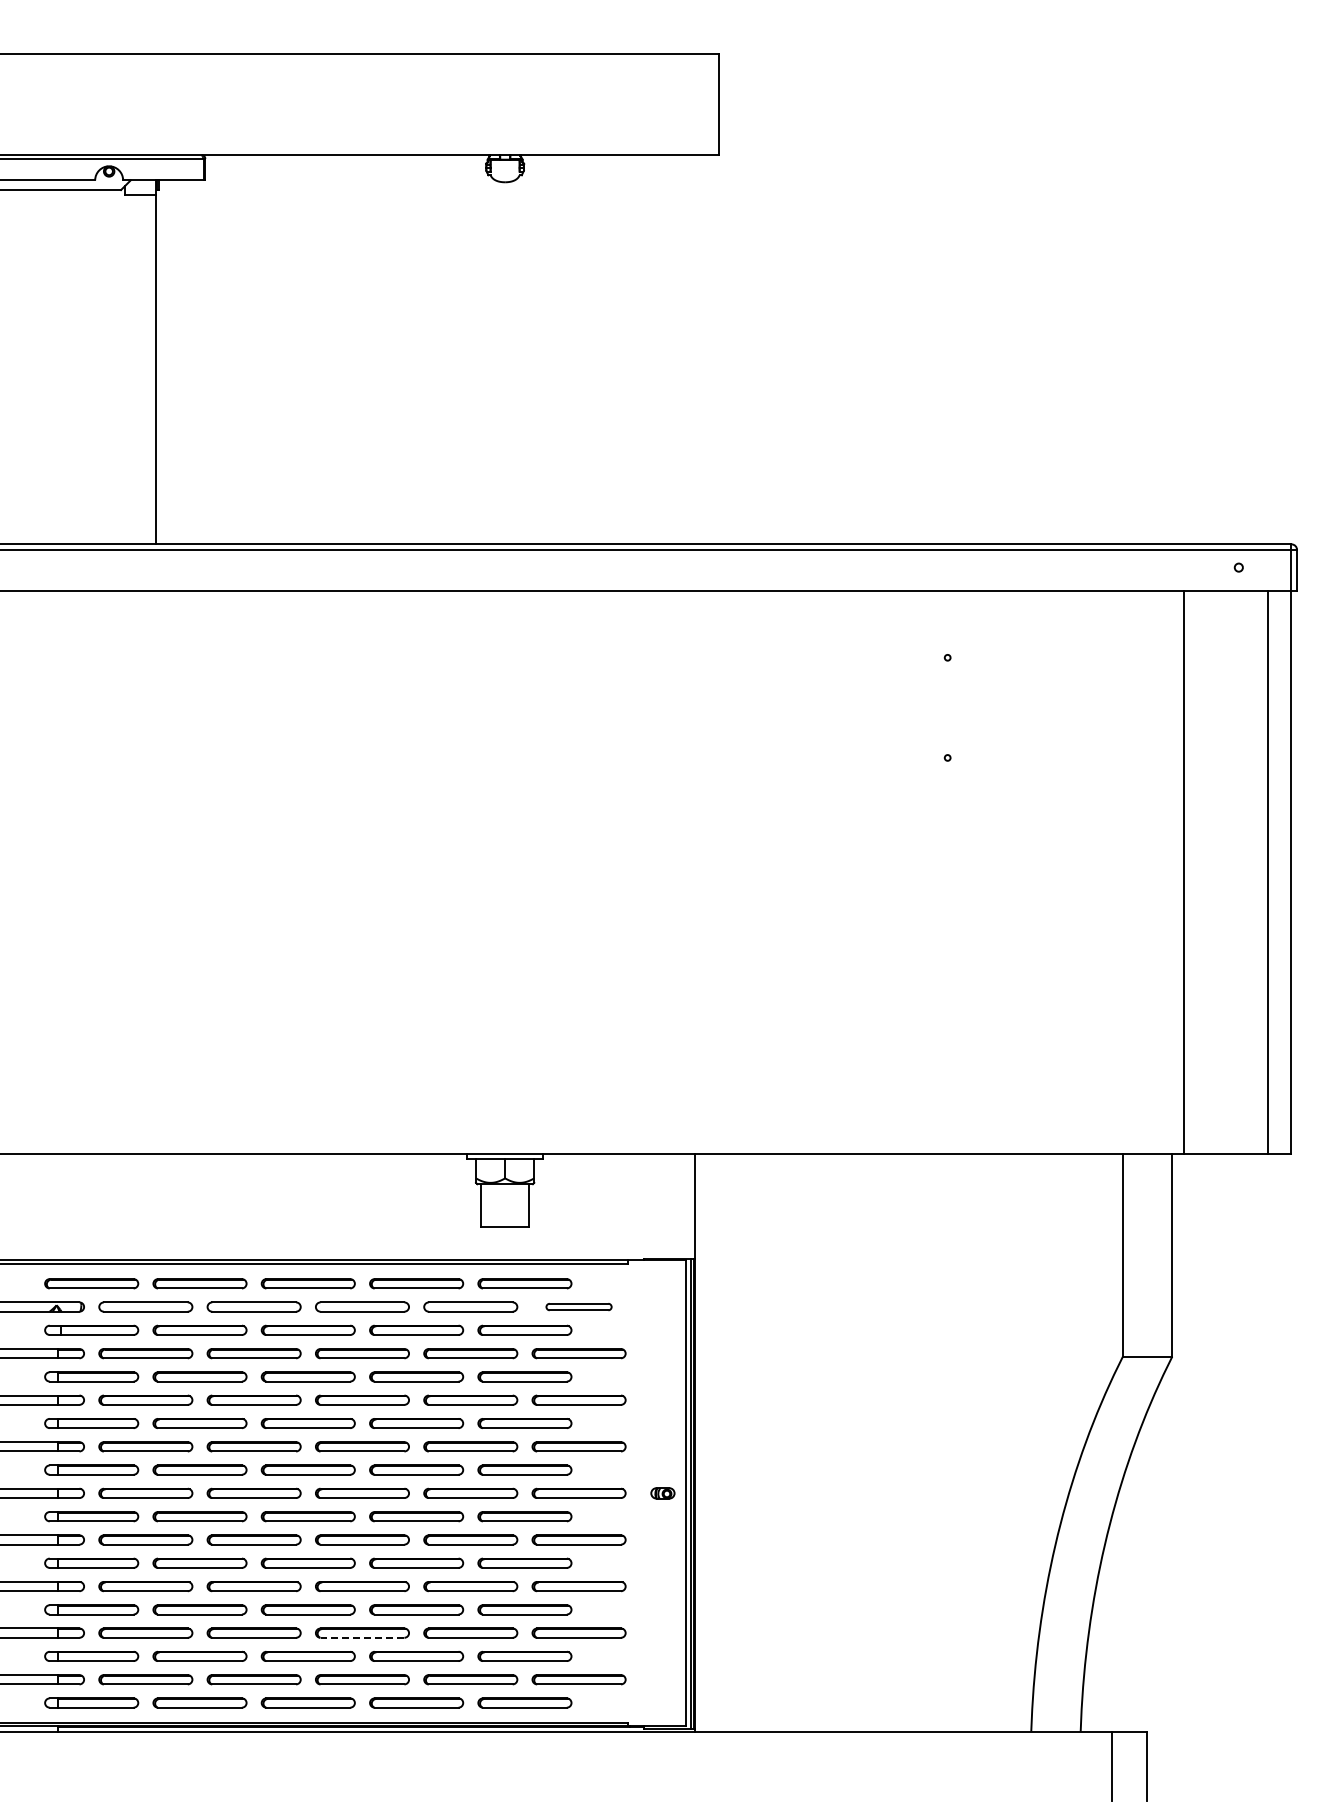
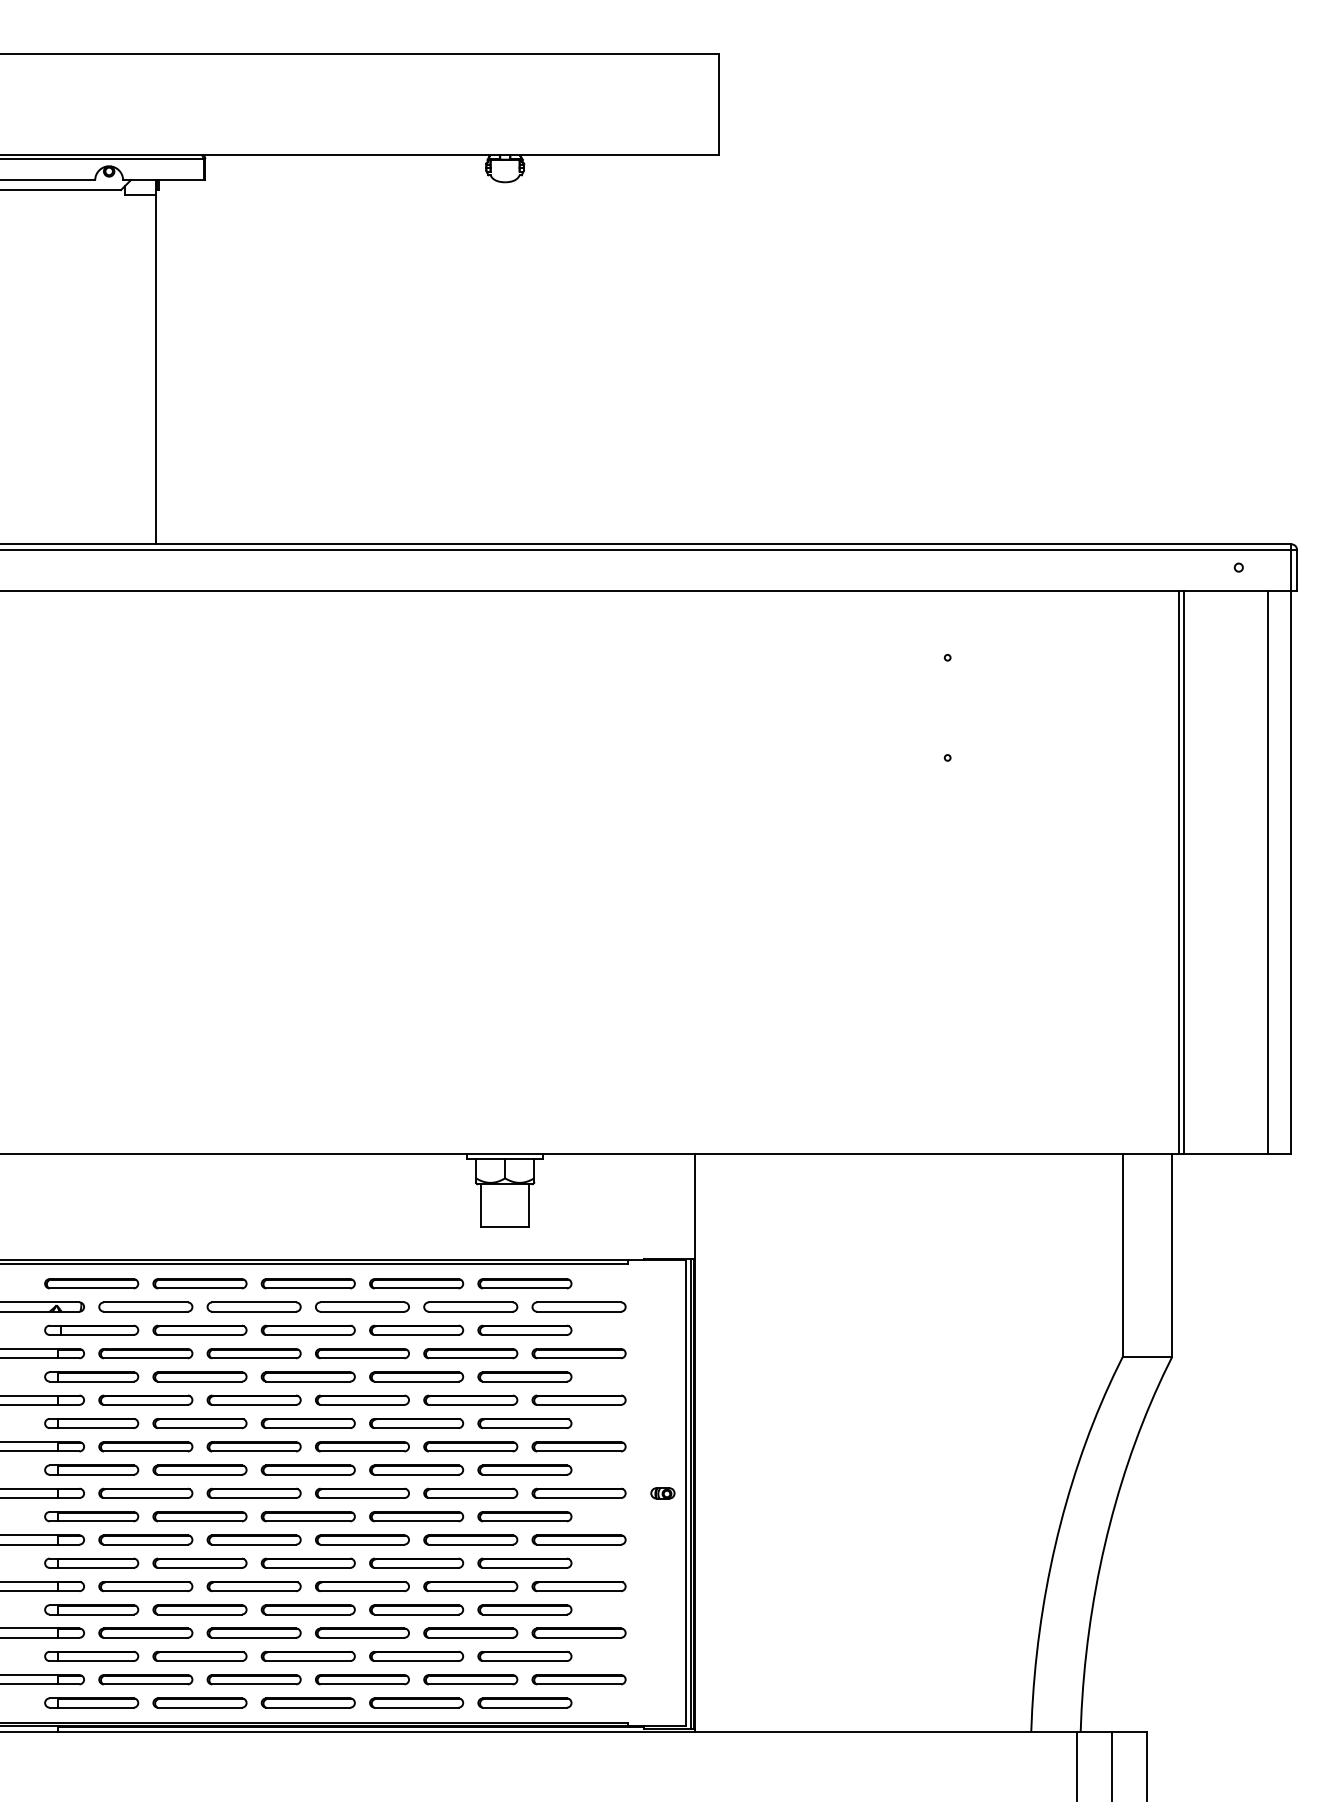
line at (1179, 871): none -> present
part at (578, 1307) size: 68x9 px -> 96x12 px
line at (362, 1637): dashed -> solid
line at (1077, 1766): none -> present
